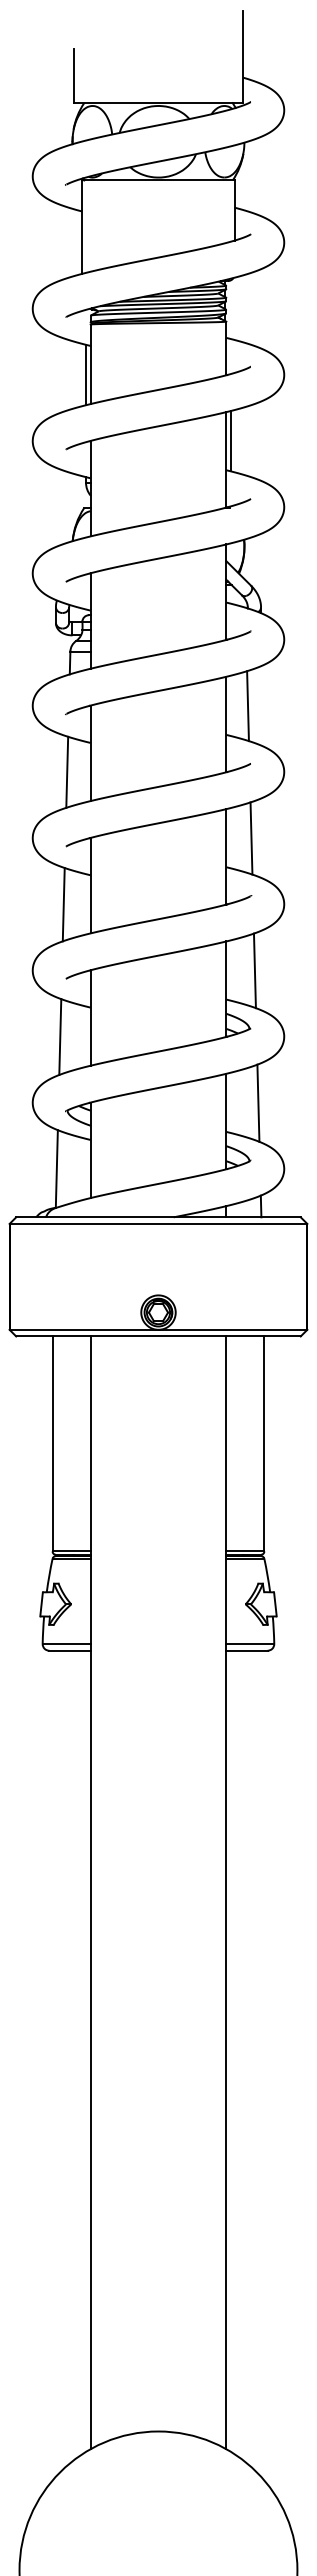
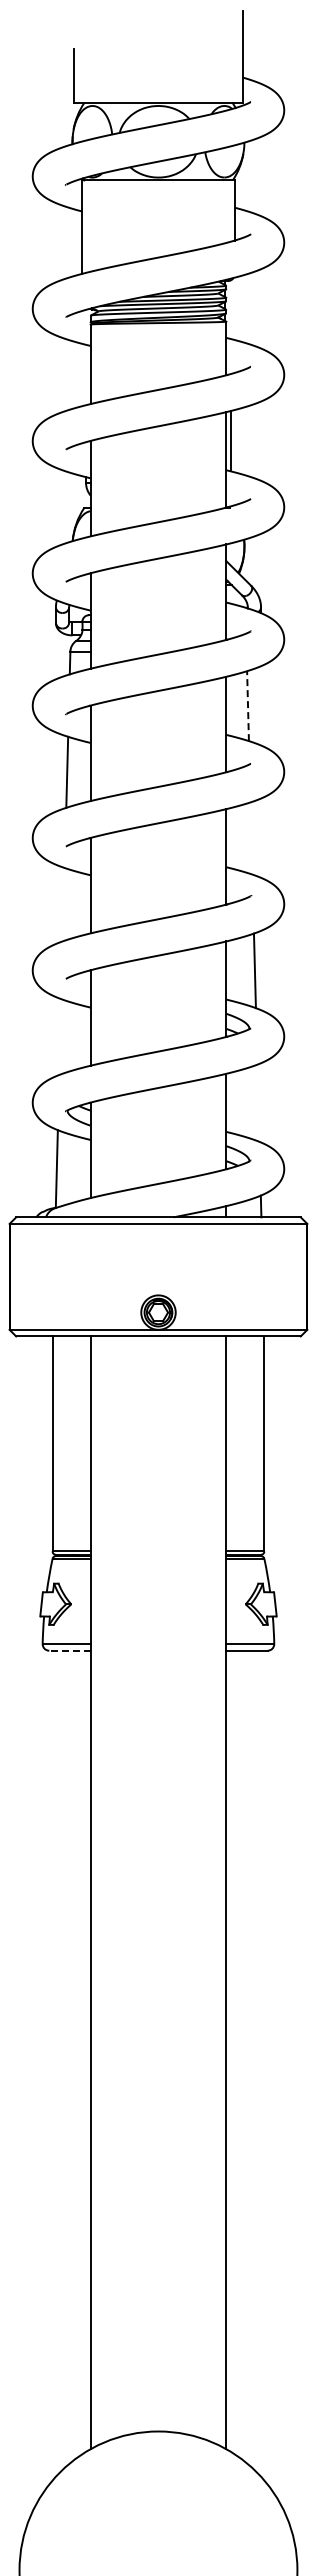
line at (86, 374): present -> none
line at (248, 706): solid -> dashed
line at (251, 838): present -> none
line at (63, 904): present -> none
line at (60, 1037): present -> none
line at (258, 1102): present -> none
line at (69, 1650): solid -> dashed
